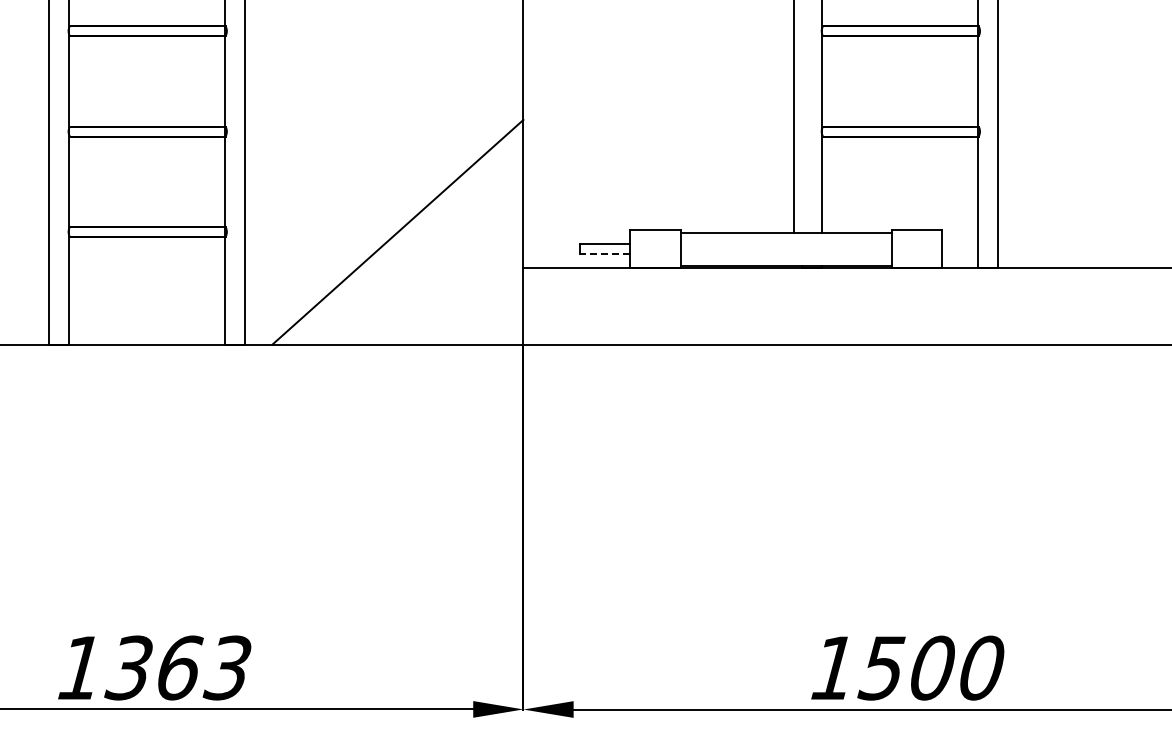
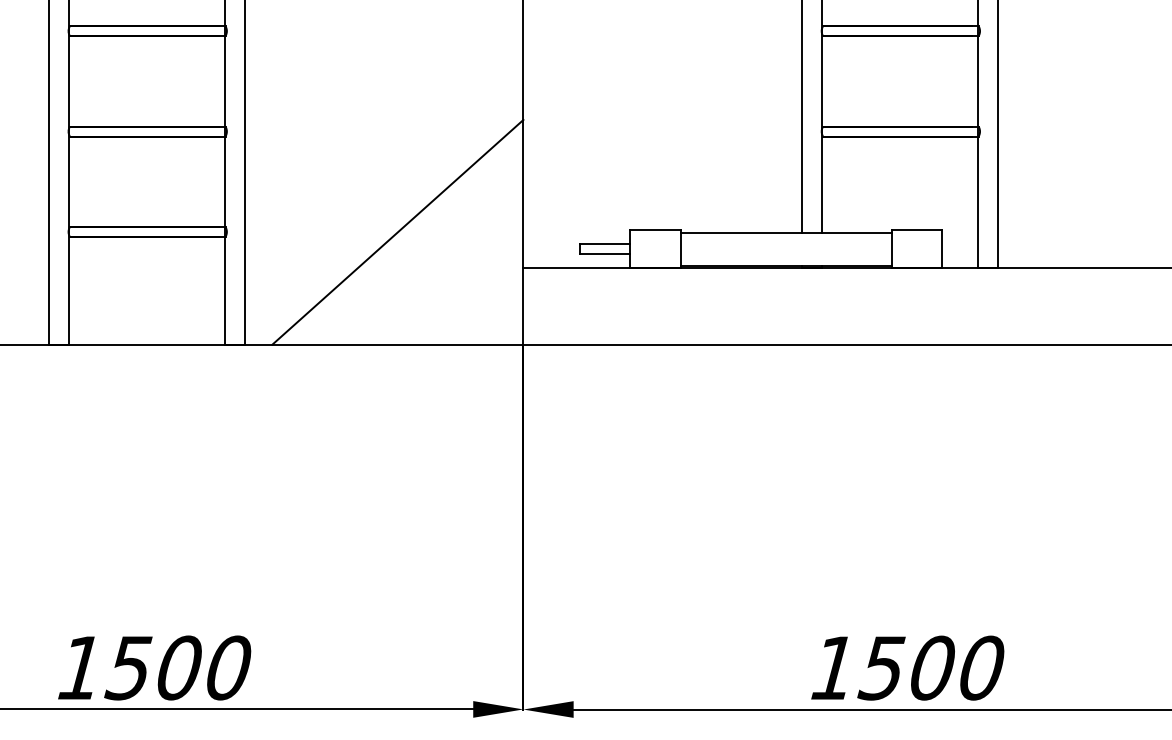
line at (794, 117) position: (794, 117) -> (802, 117)
line at (604, 254): dashed -> solid
text at (177, 667): 1363 -> 1500
